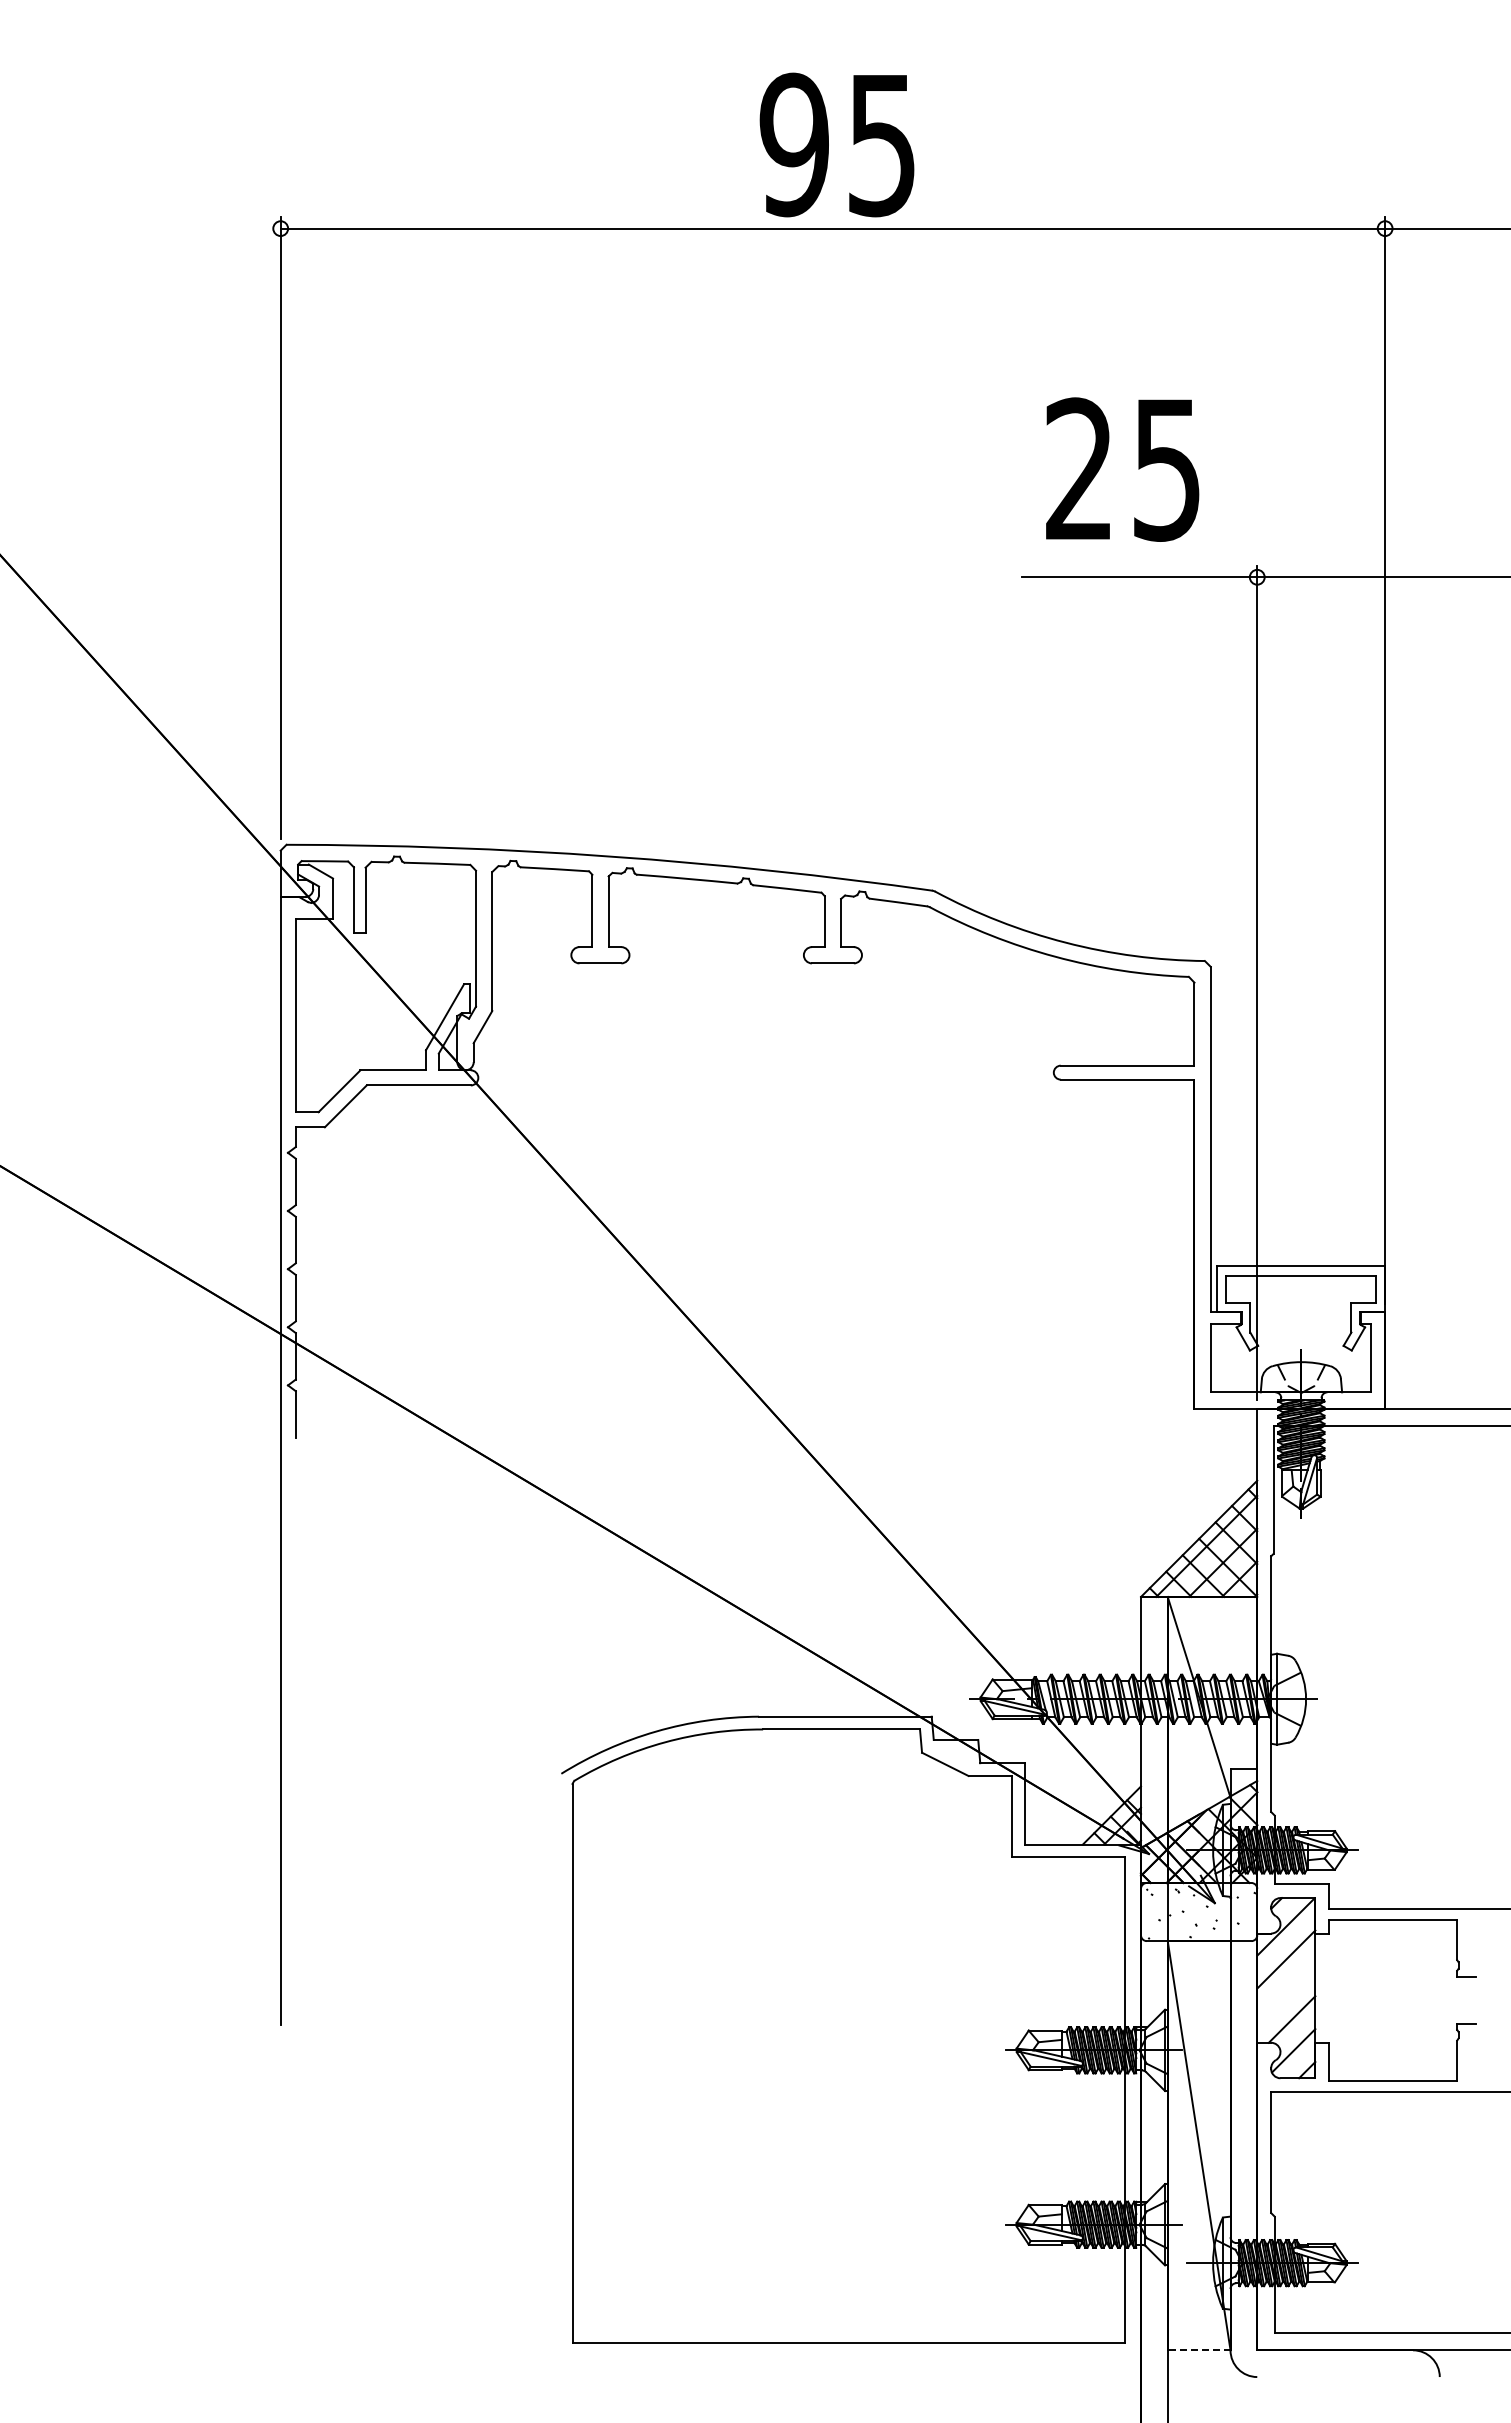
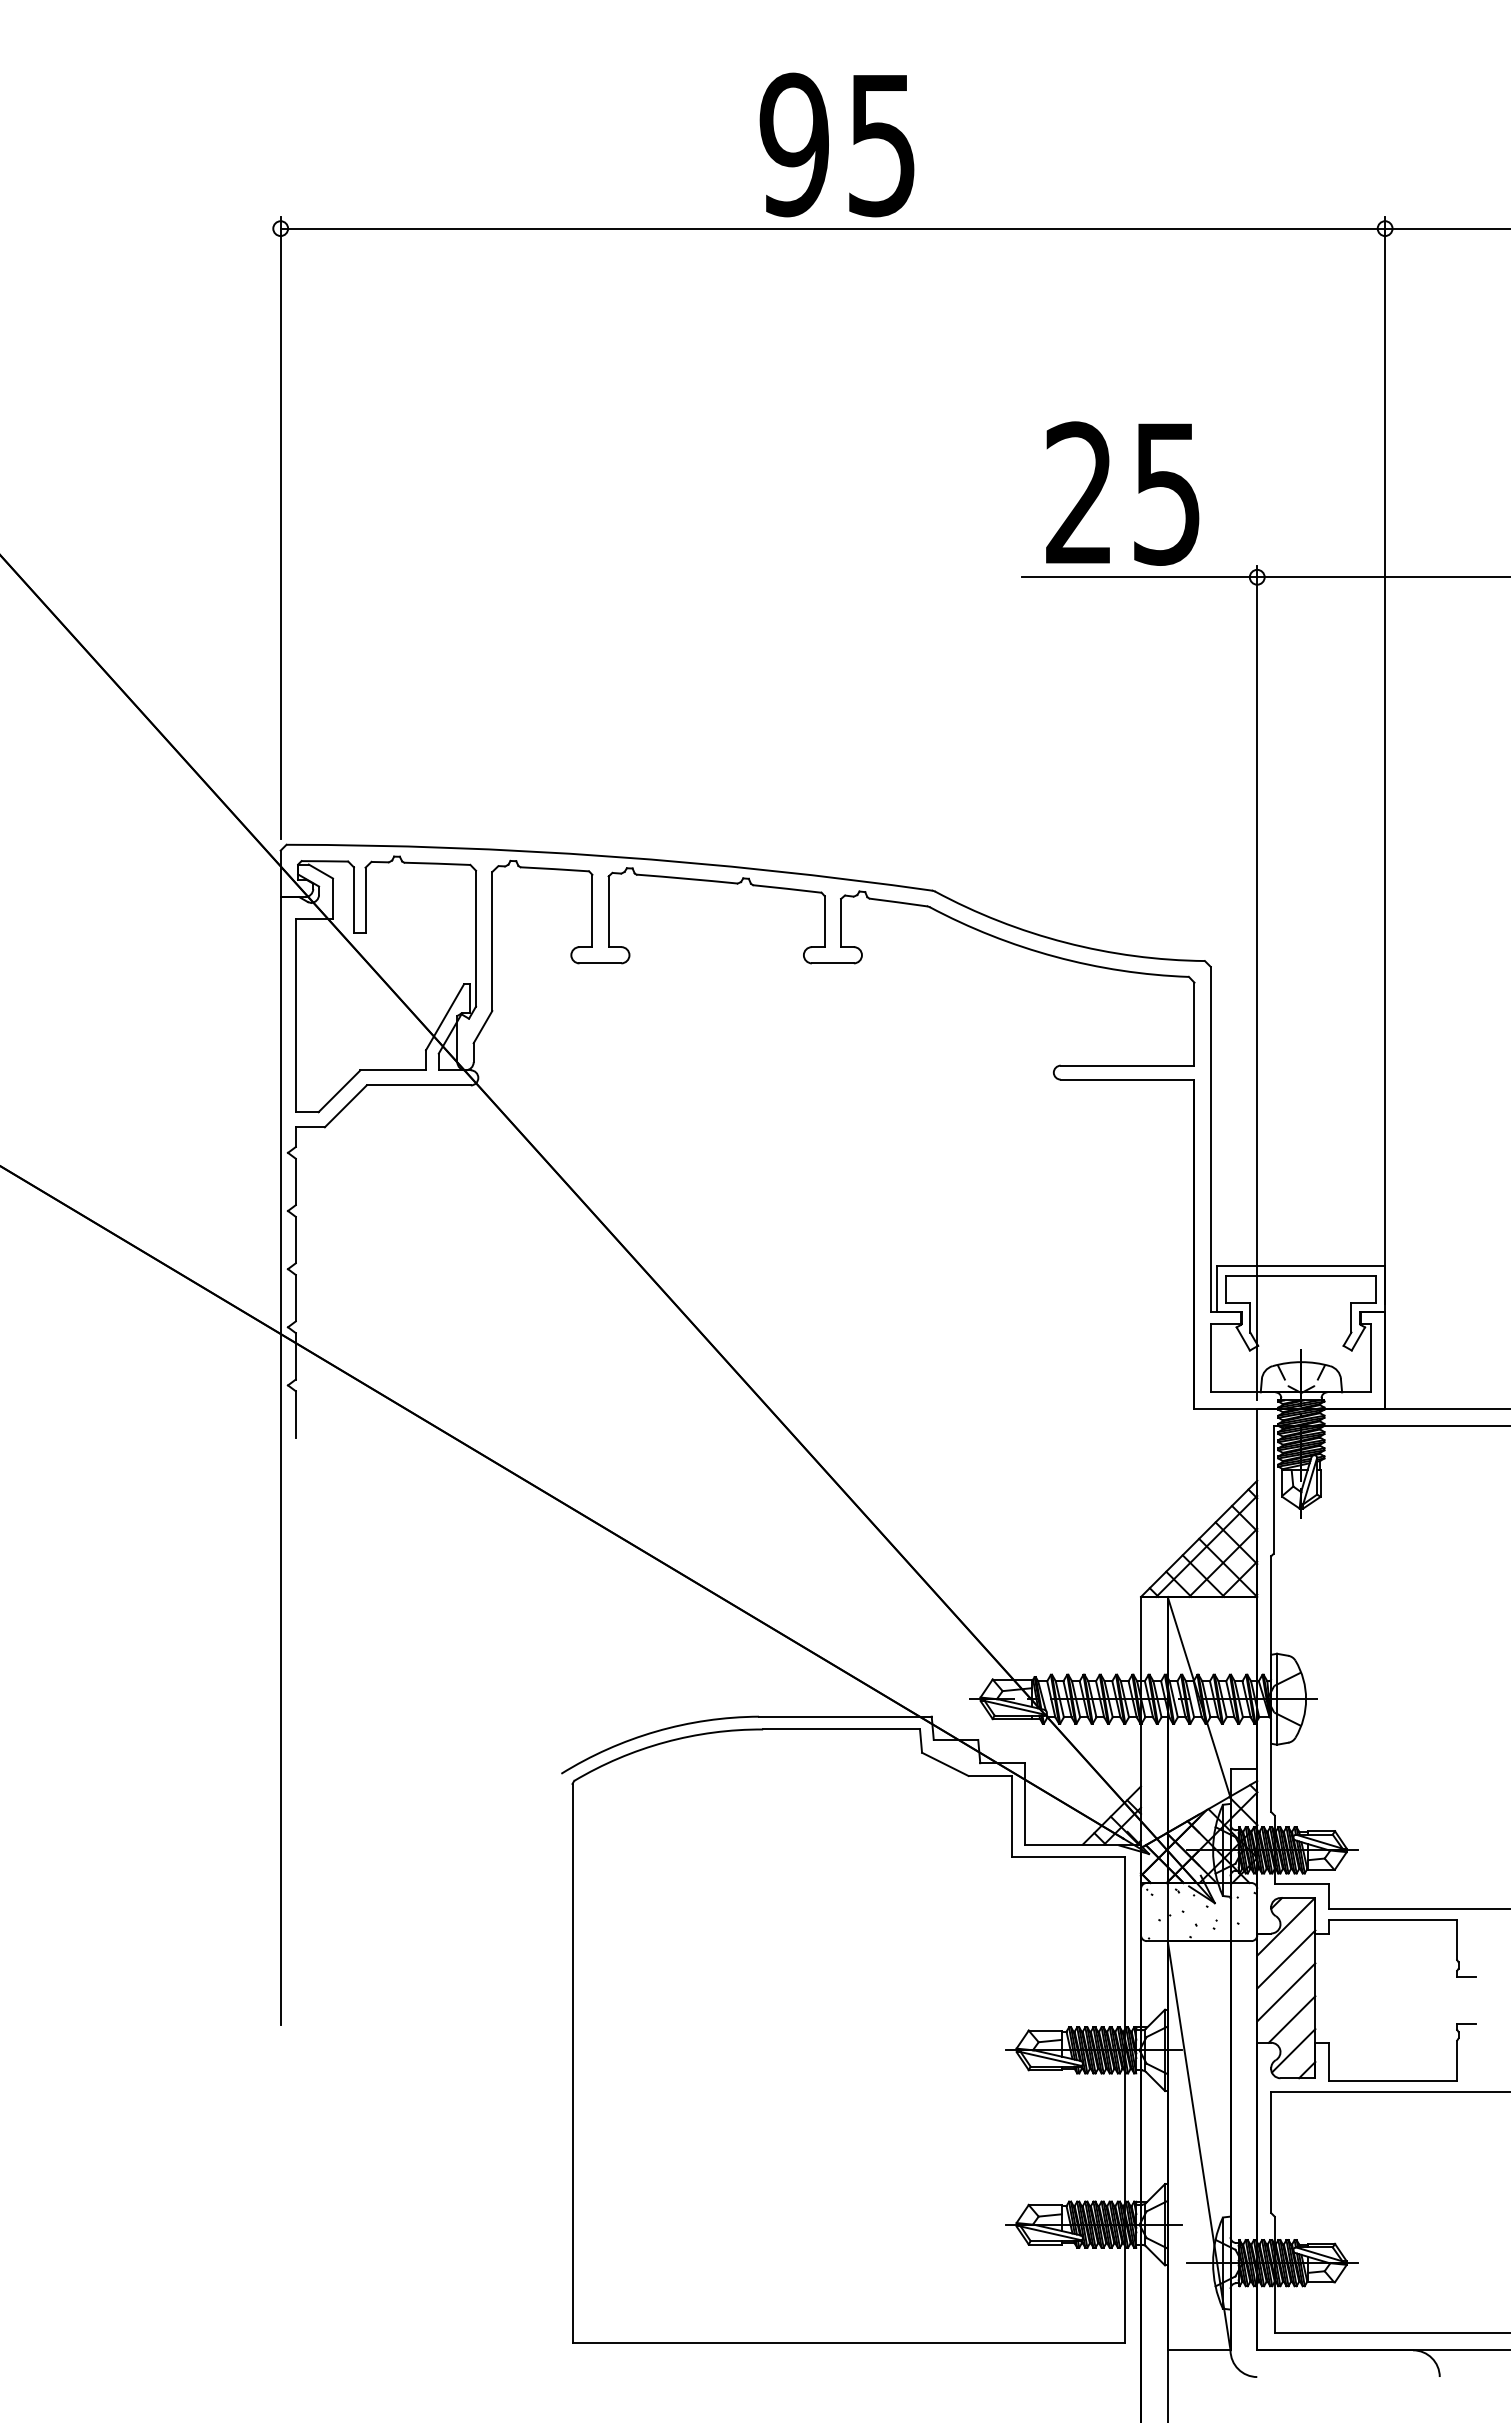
text at (1122, 469) position: (1122, 469) -> (1122, 493)
line at (1286, 1992): none -> present
line at (1198, 2350): dashed -> solid
